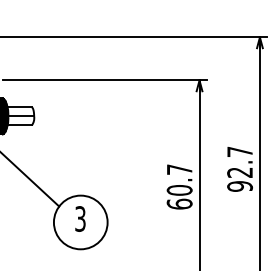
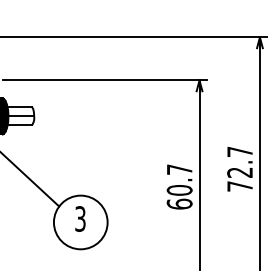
text at (240, 186): 92.7 -> 72.7
